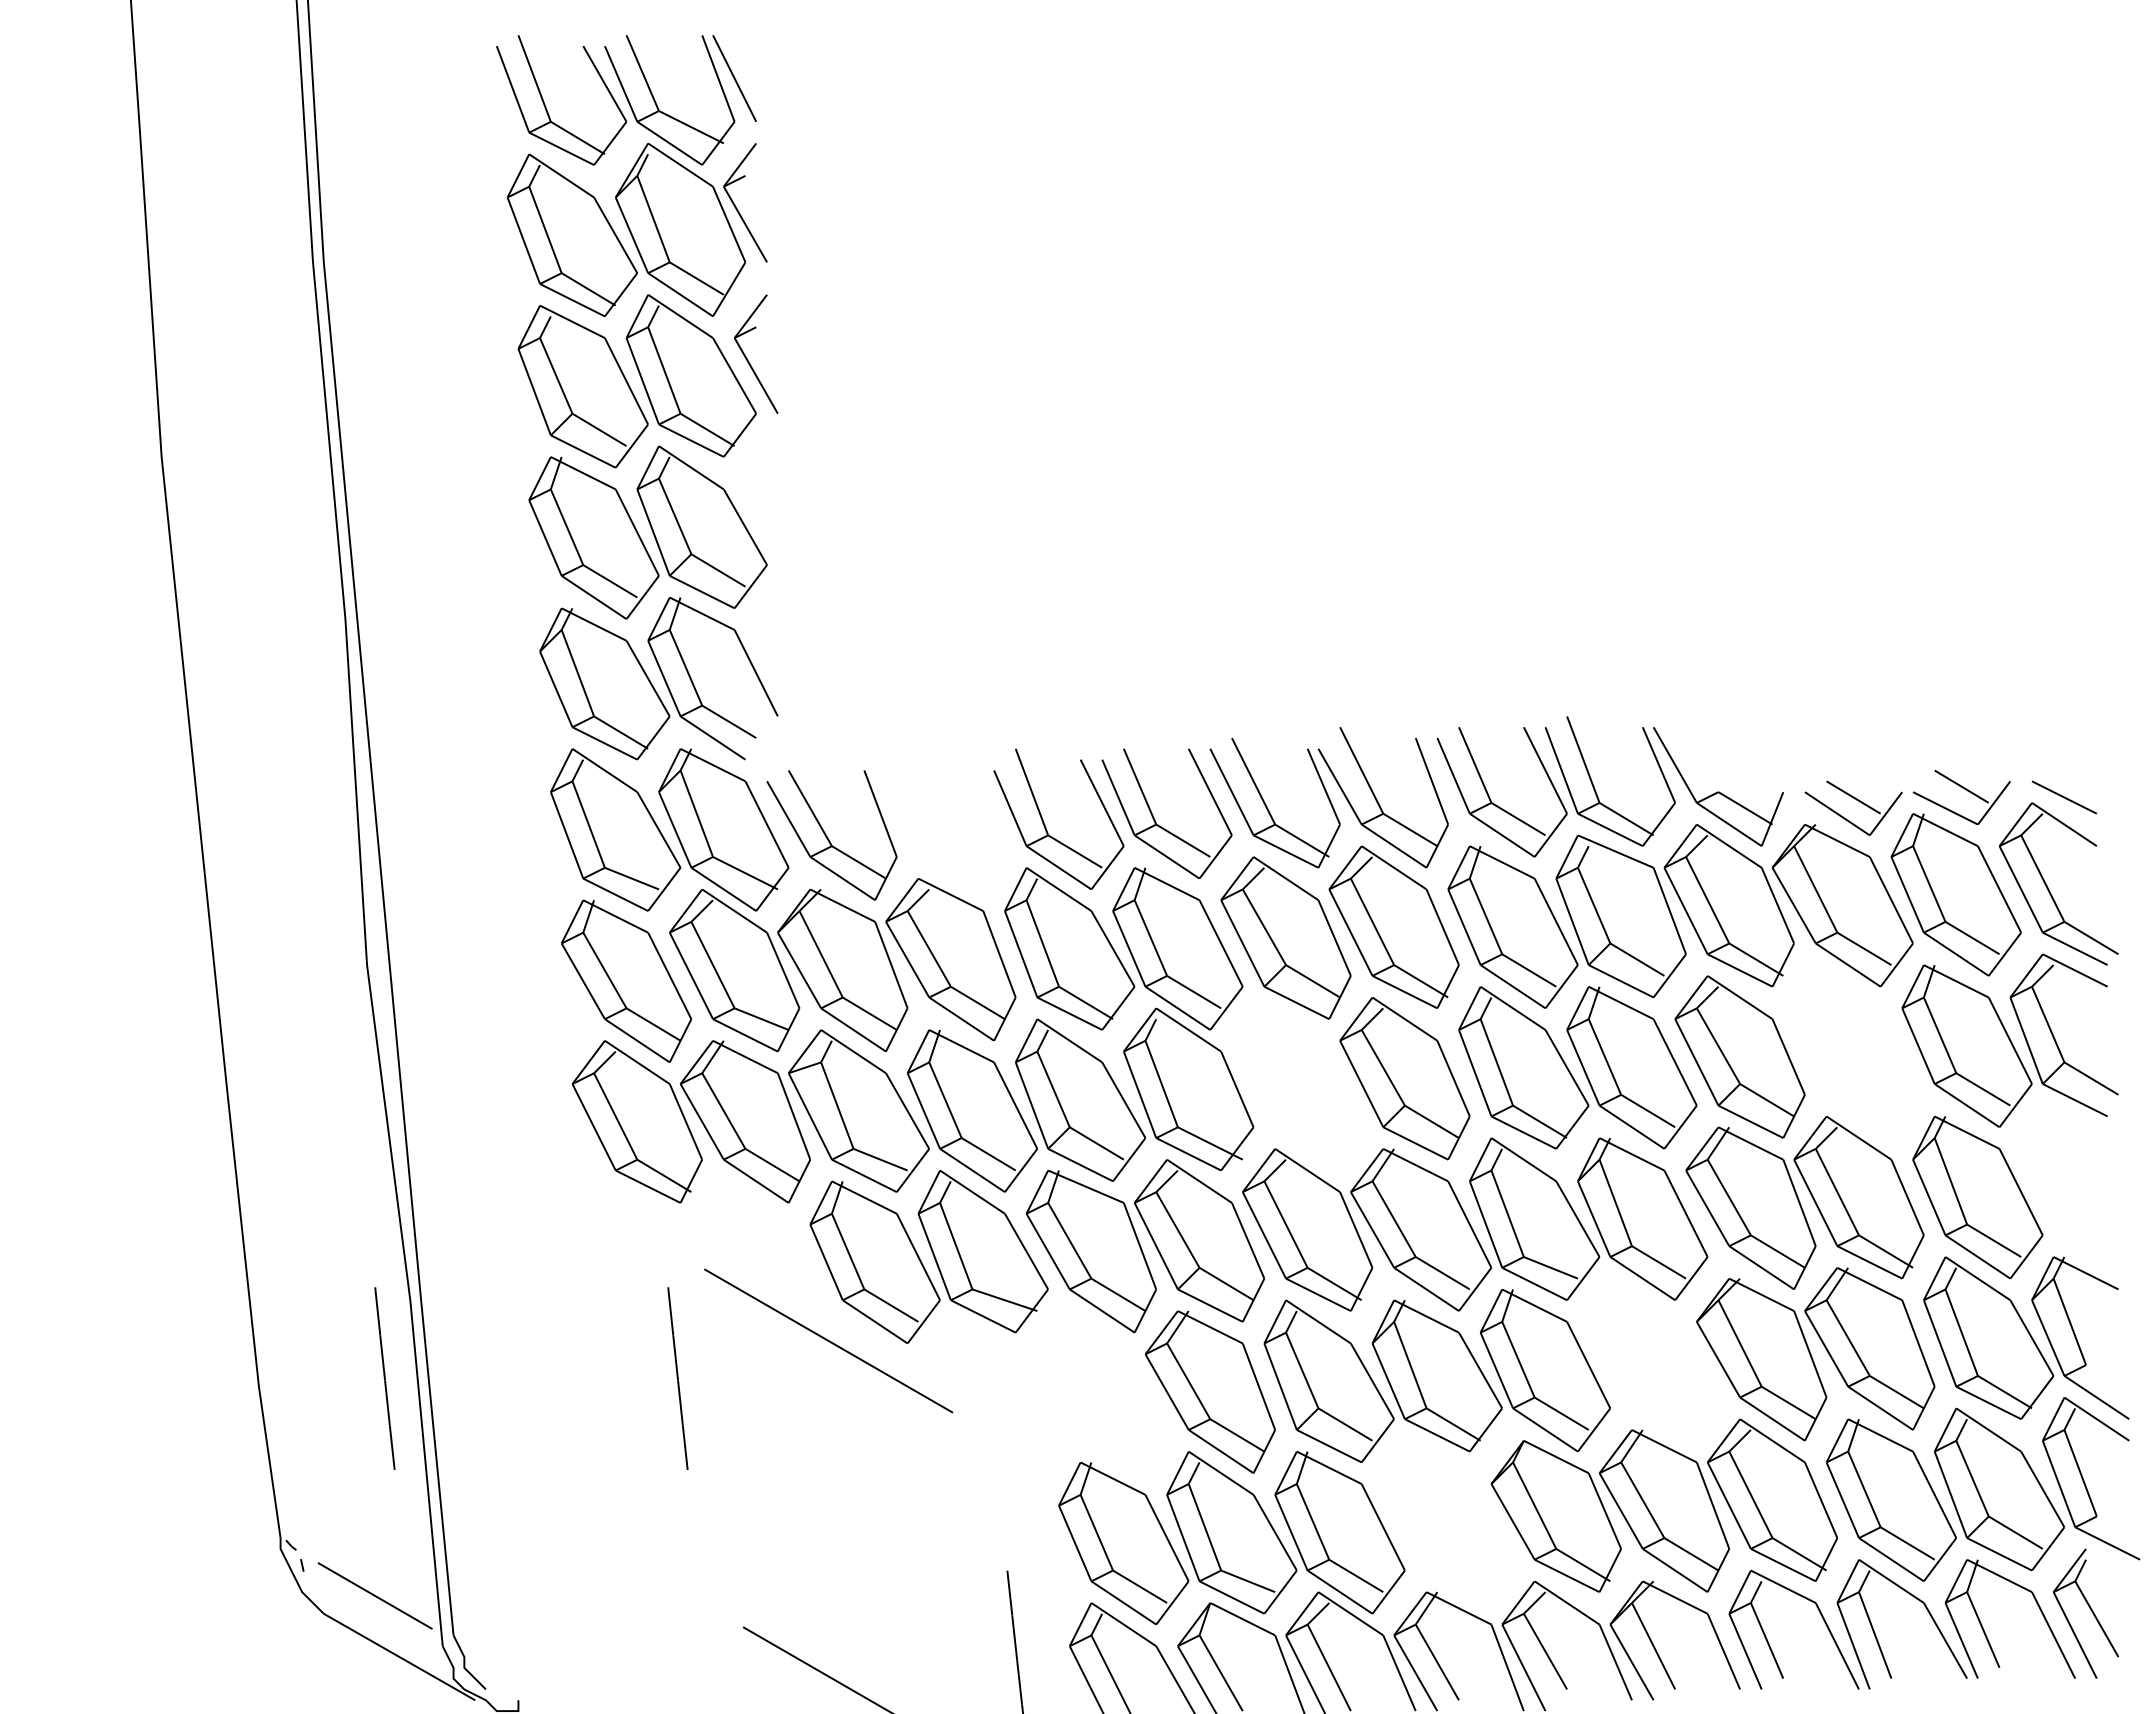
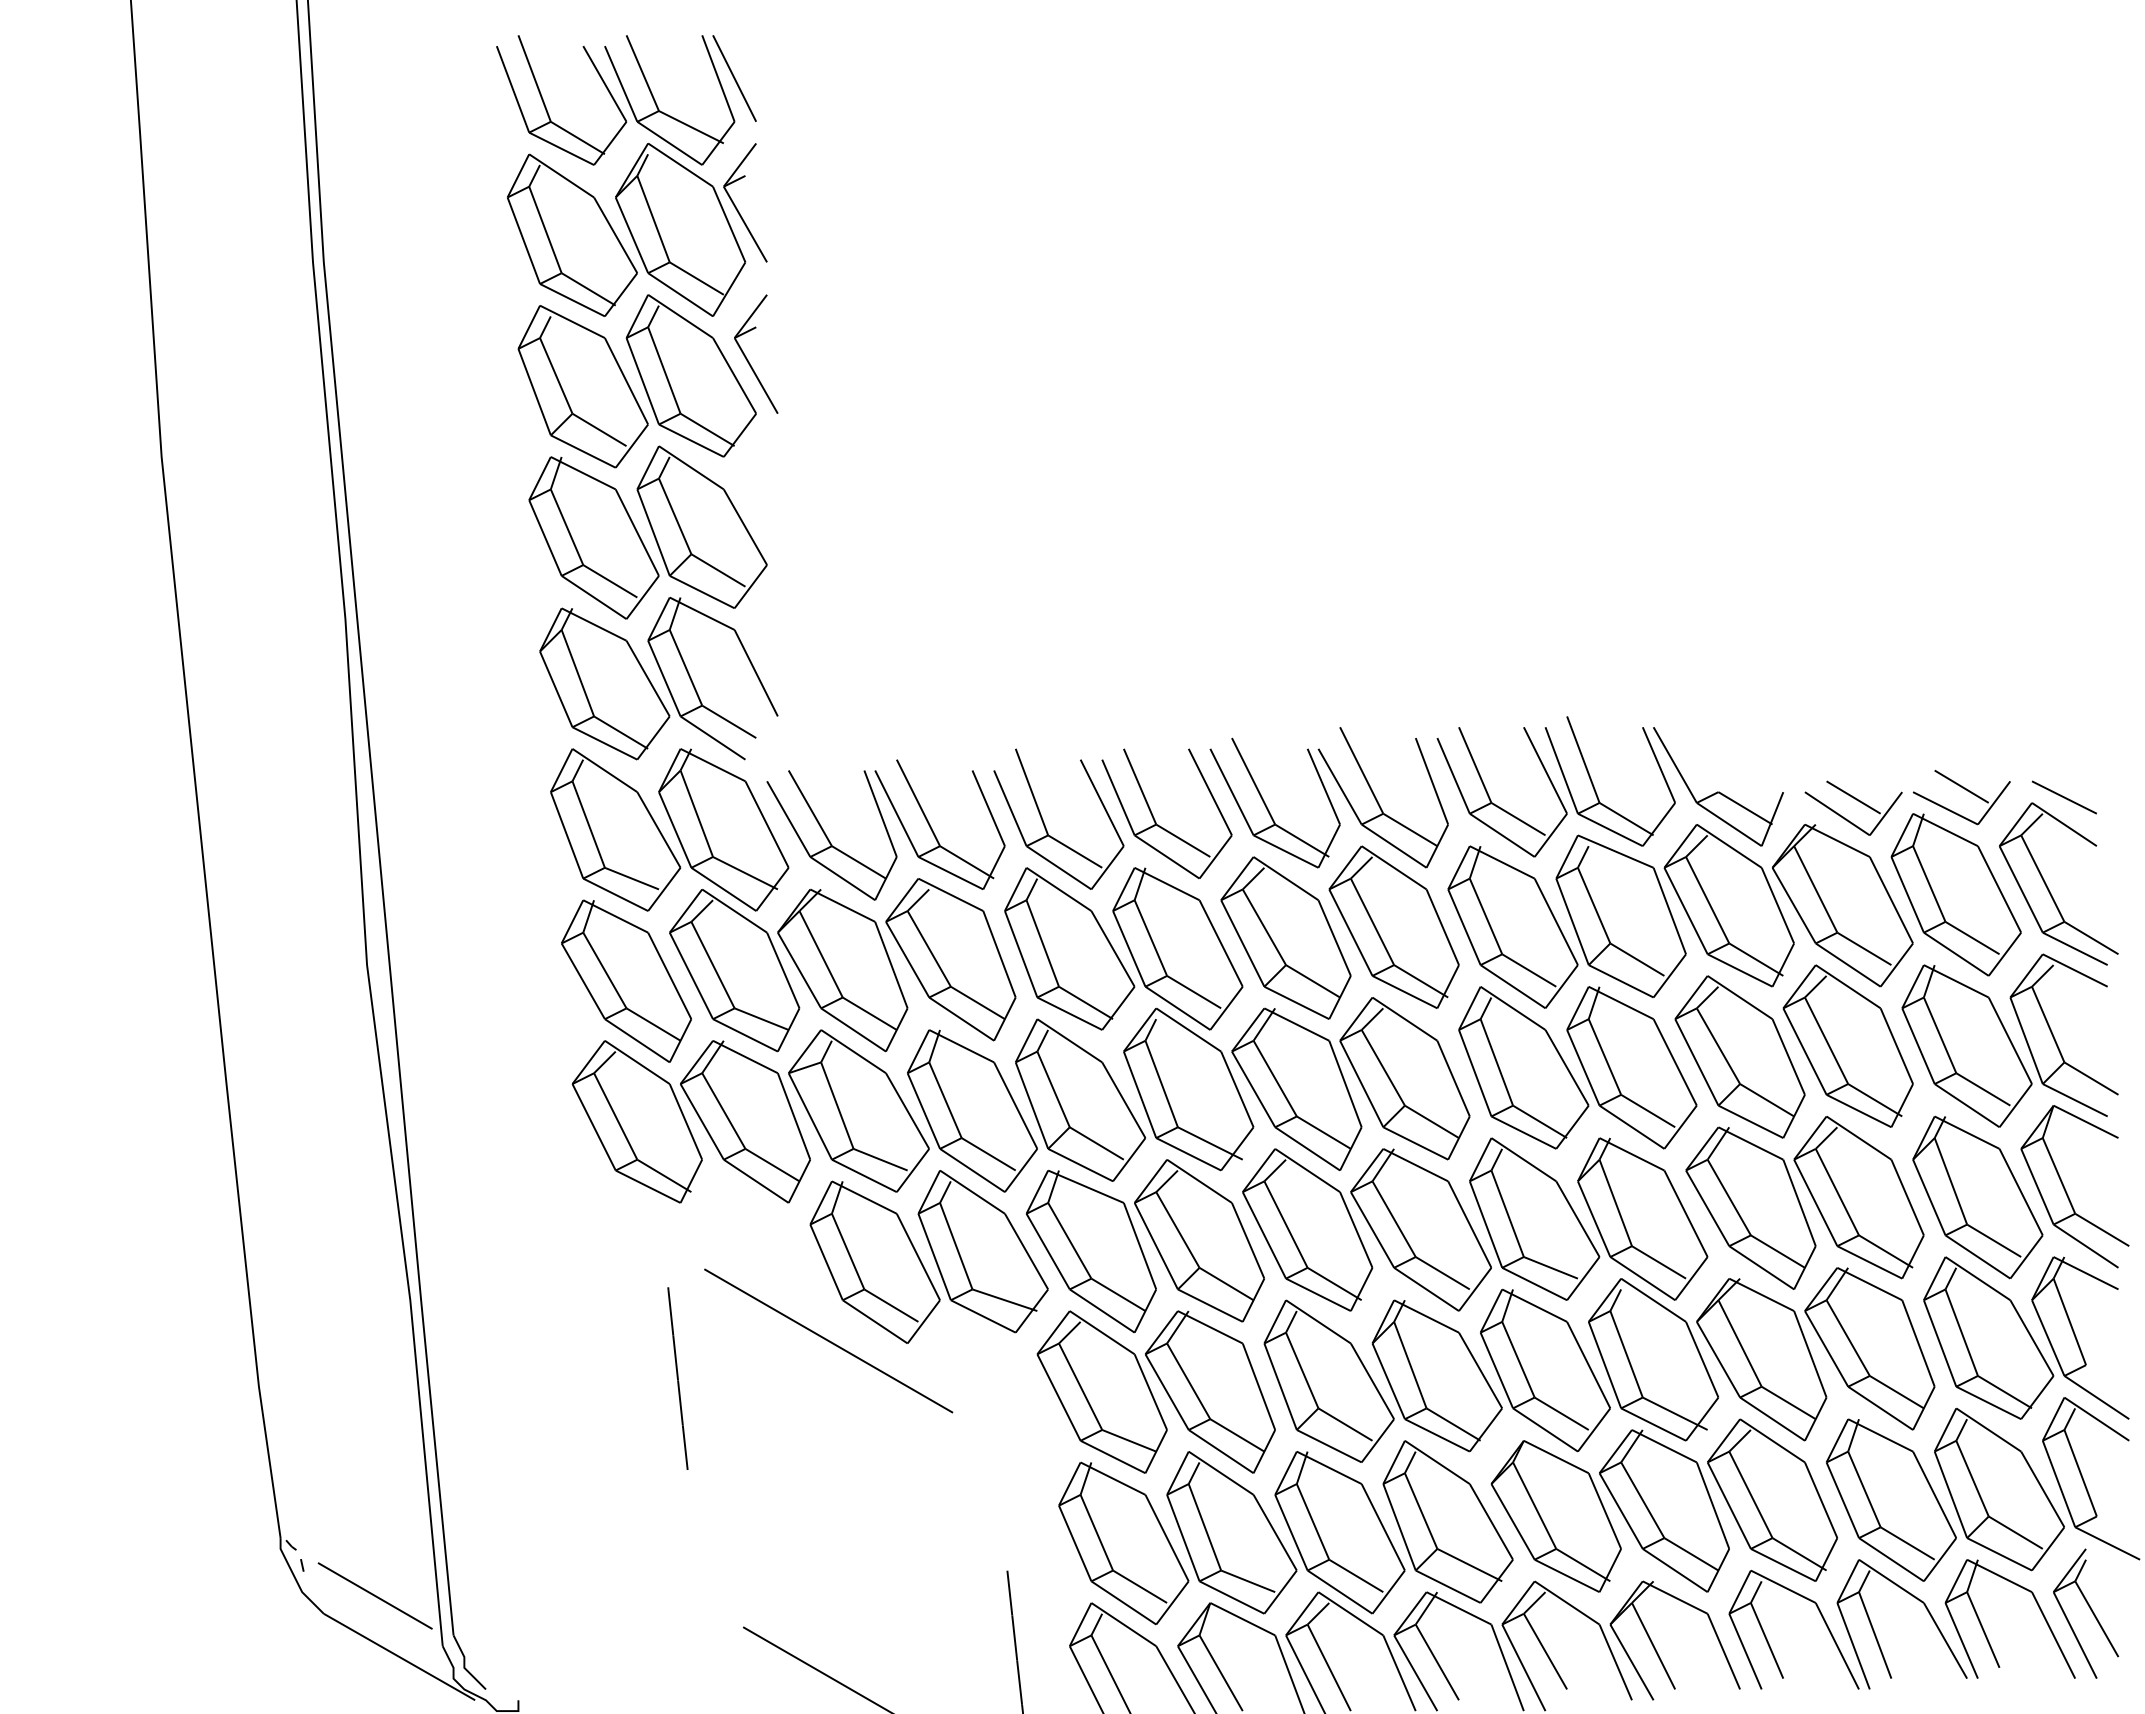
part at (932, 828): none -> present
part at (1847, 1045): none -> present
part at (1296, 1089): none -> present
part at (2066, 1190): none -> present
part at (1653, 1359): none -> present
line at (384, 1378): present -> none
part at (1101, 1391): none -> present
part at (1447, 1521): none -> present
